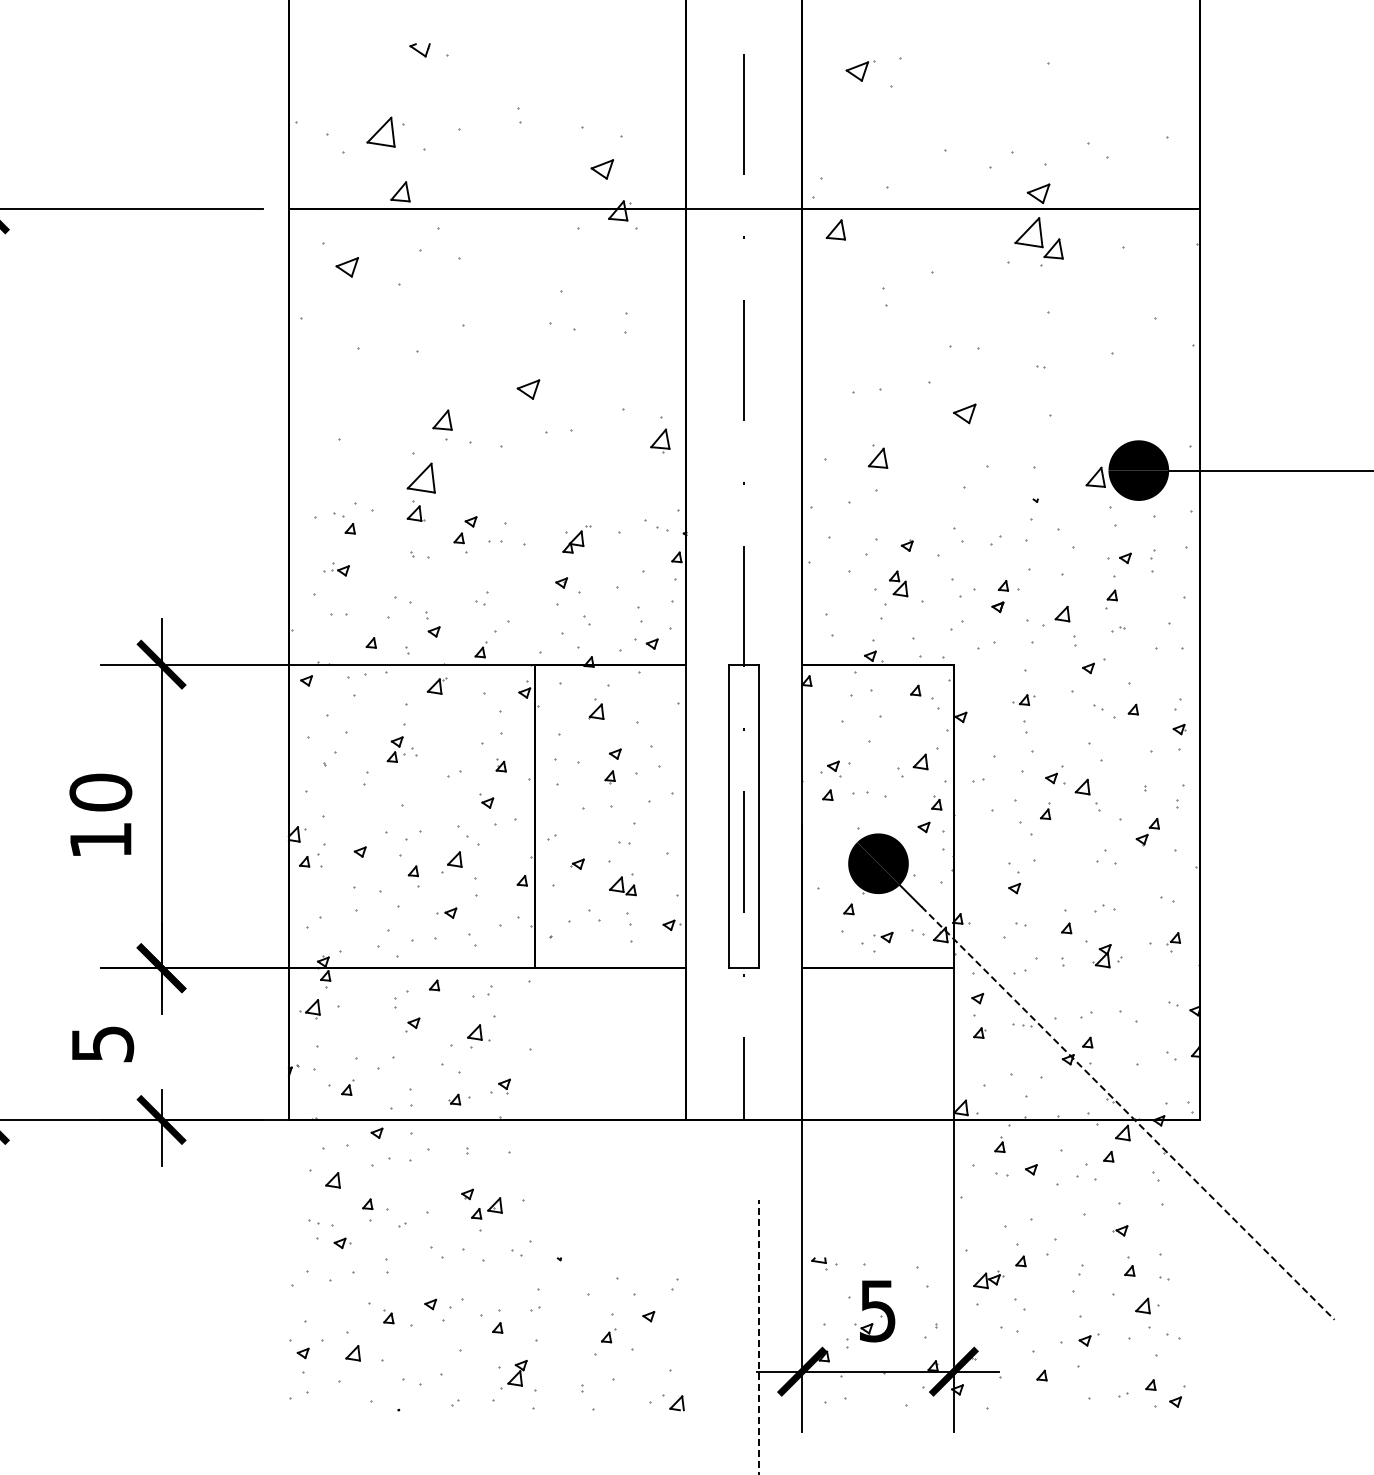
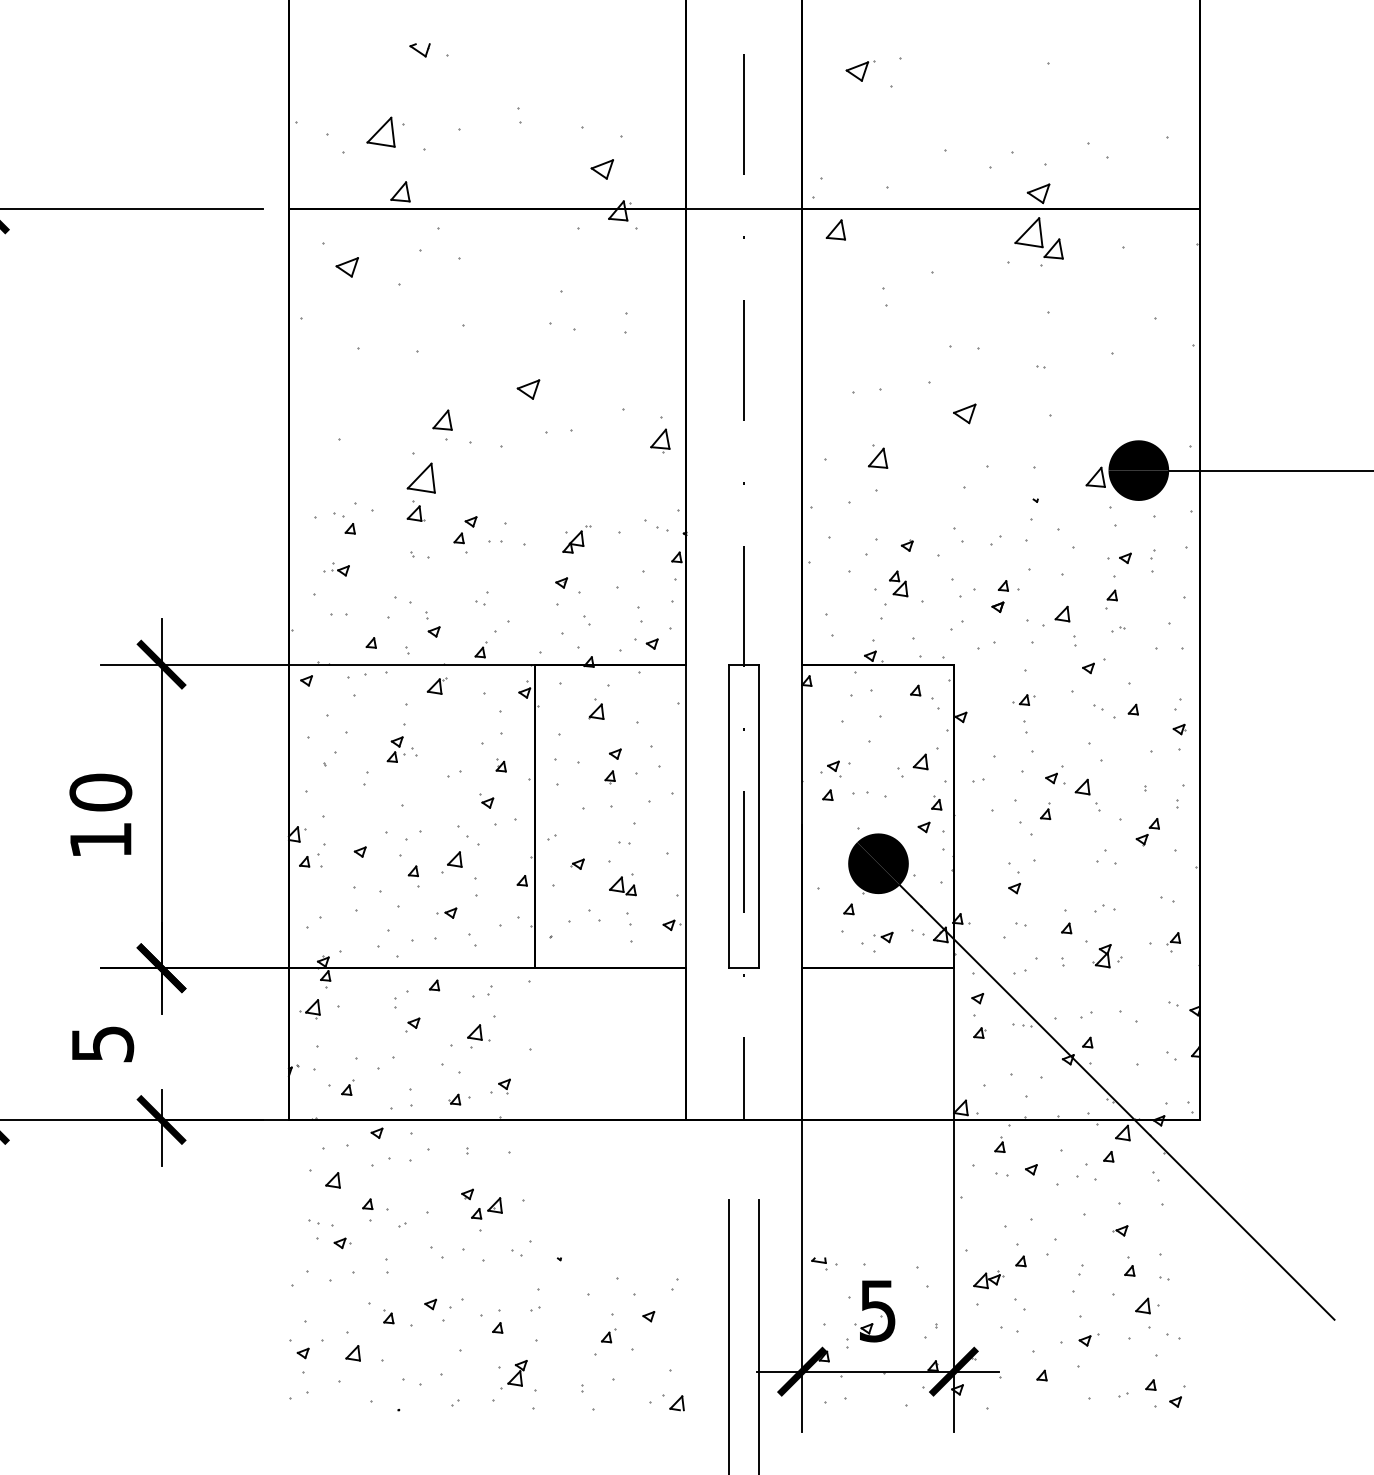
line at (1128, 1113): dashed -> solid
line at (729, 1335): none -> present
line at (759, 1336): dashed -> solid
